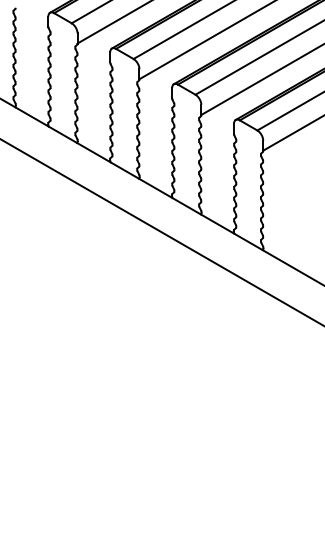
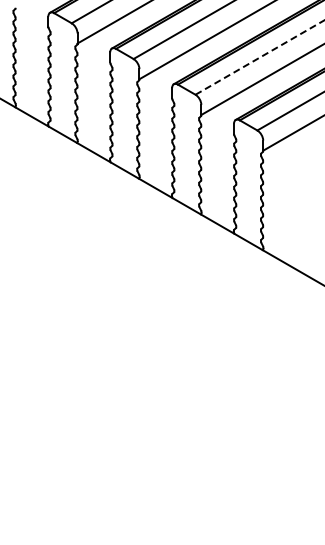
line at (260, 57): solid -> dashed
line at (161, 232): present -> none
